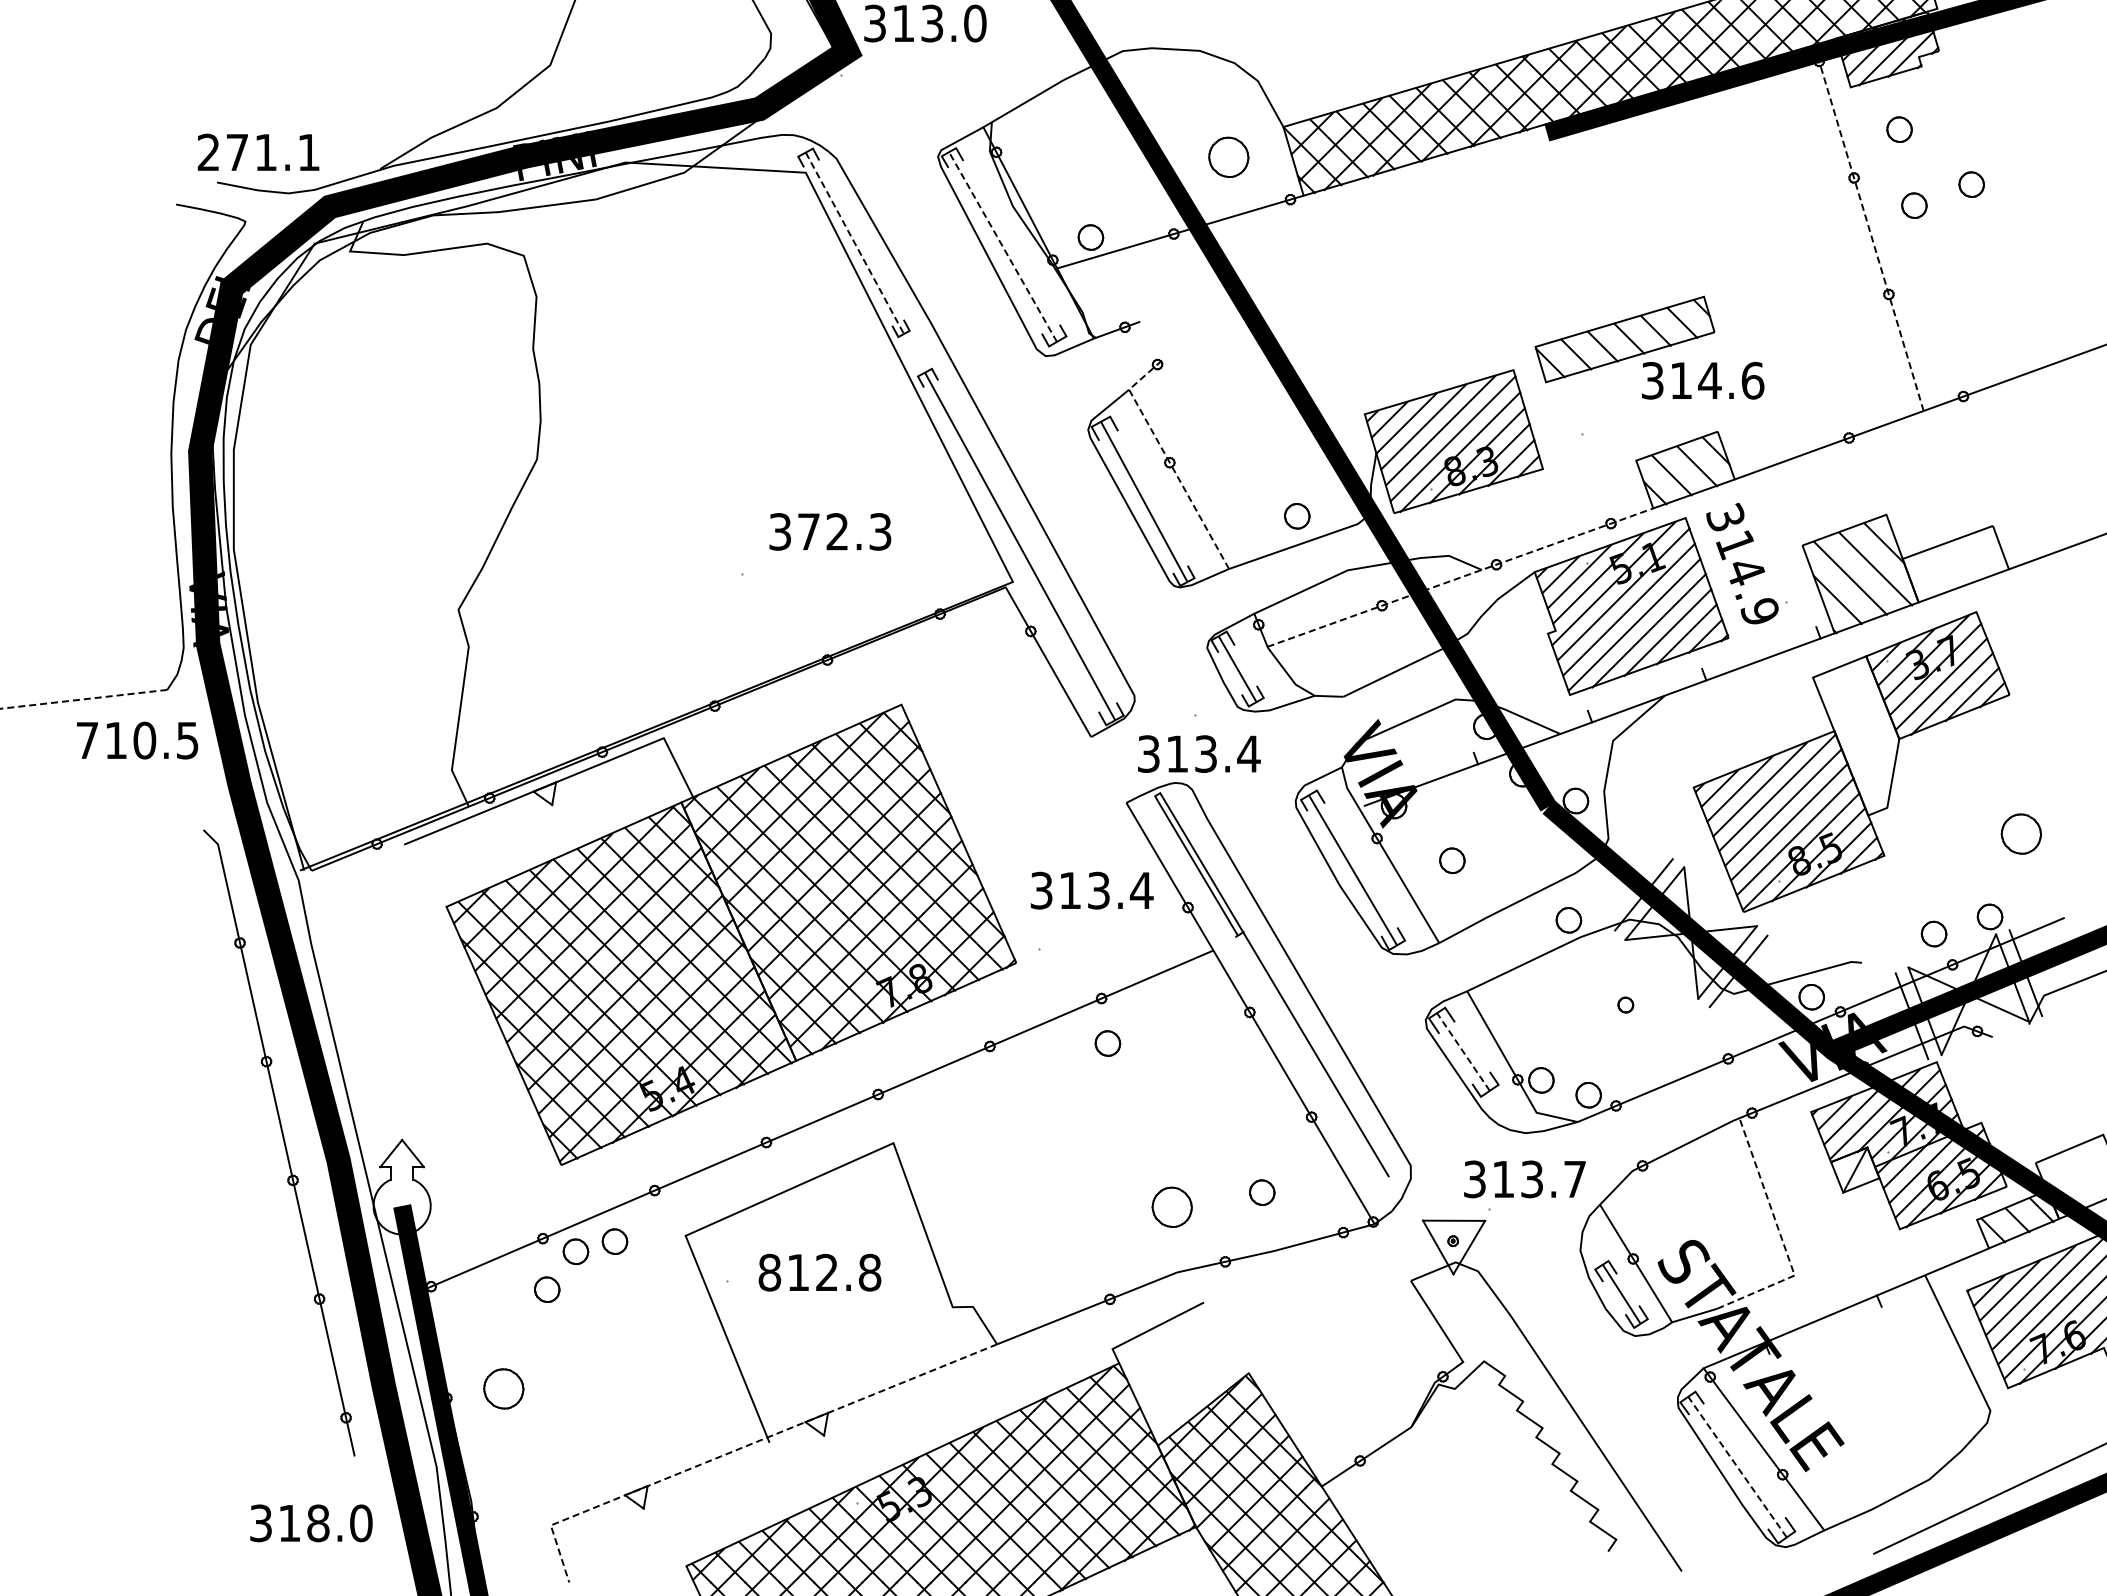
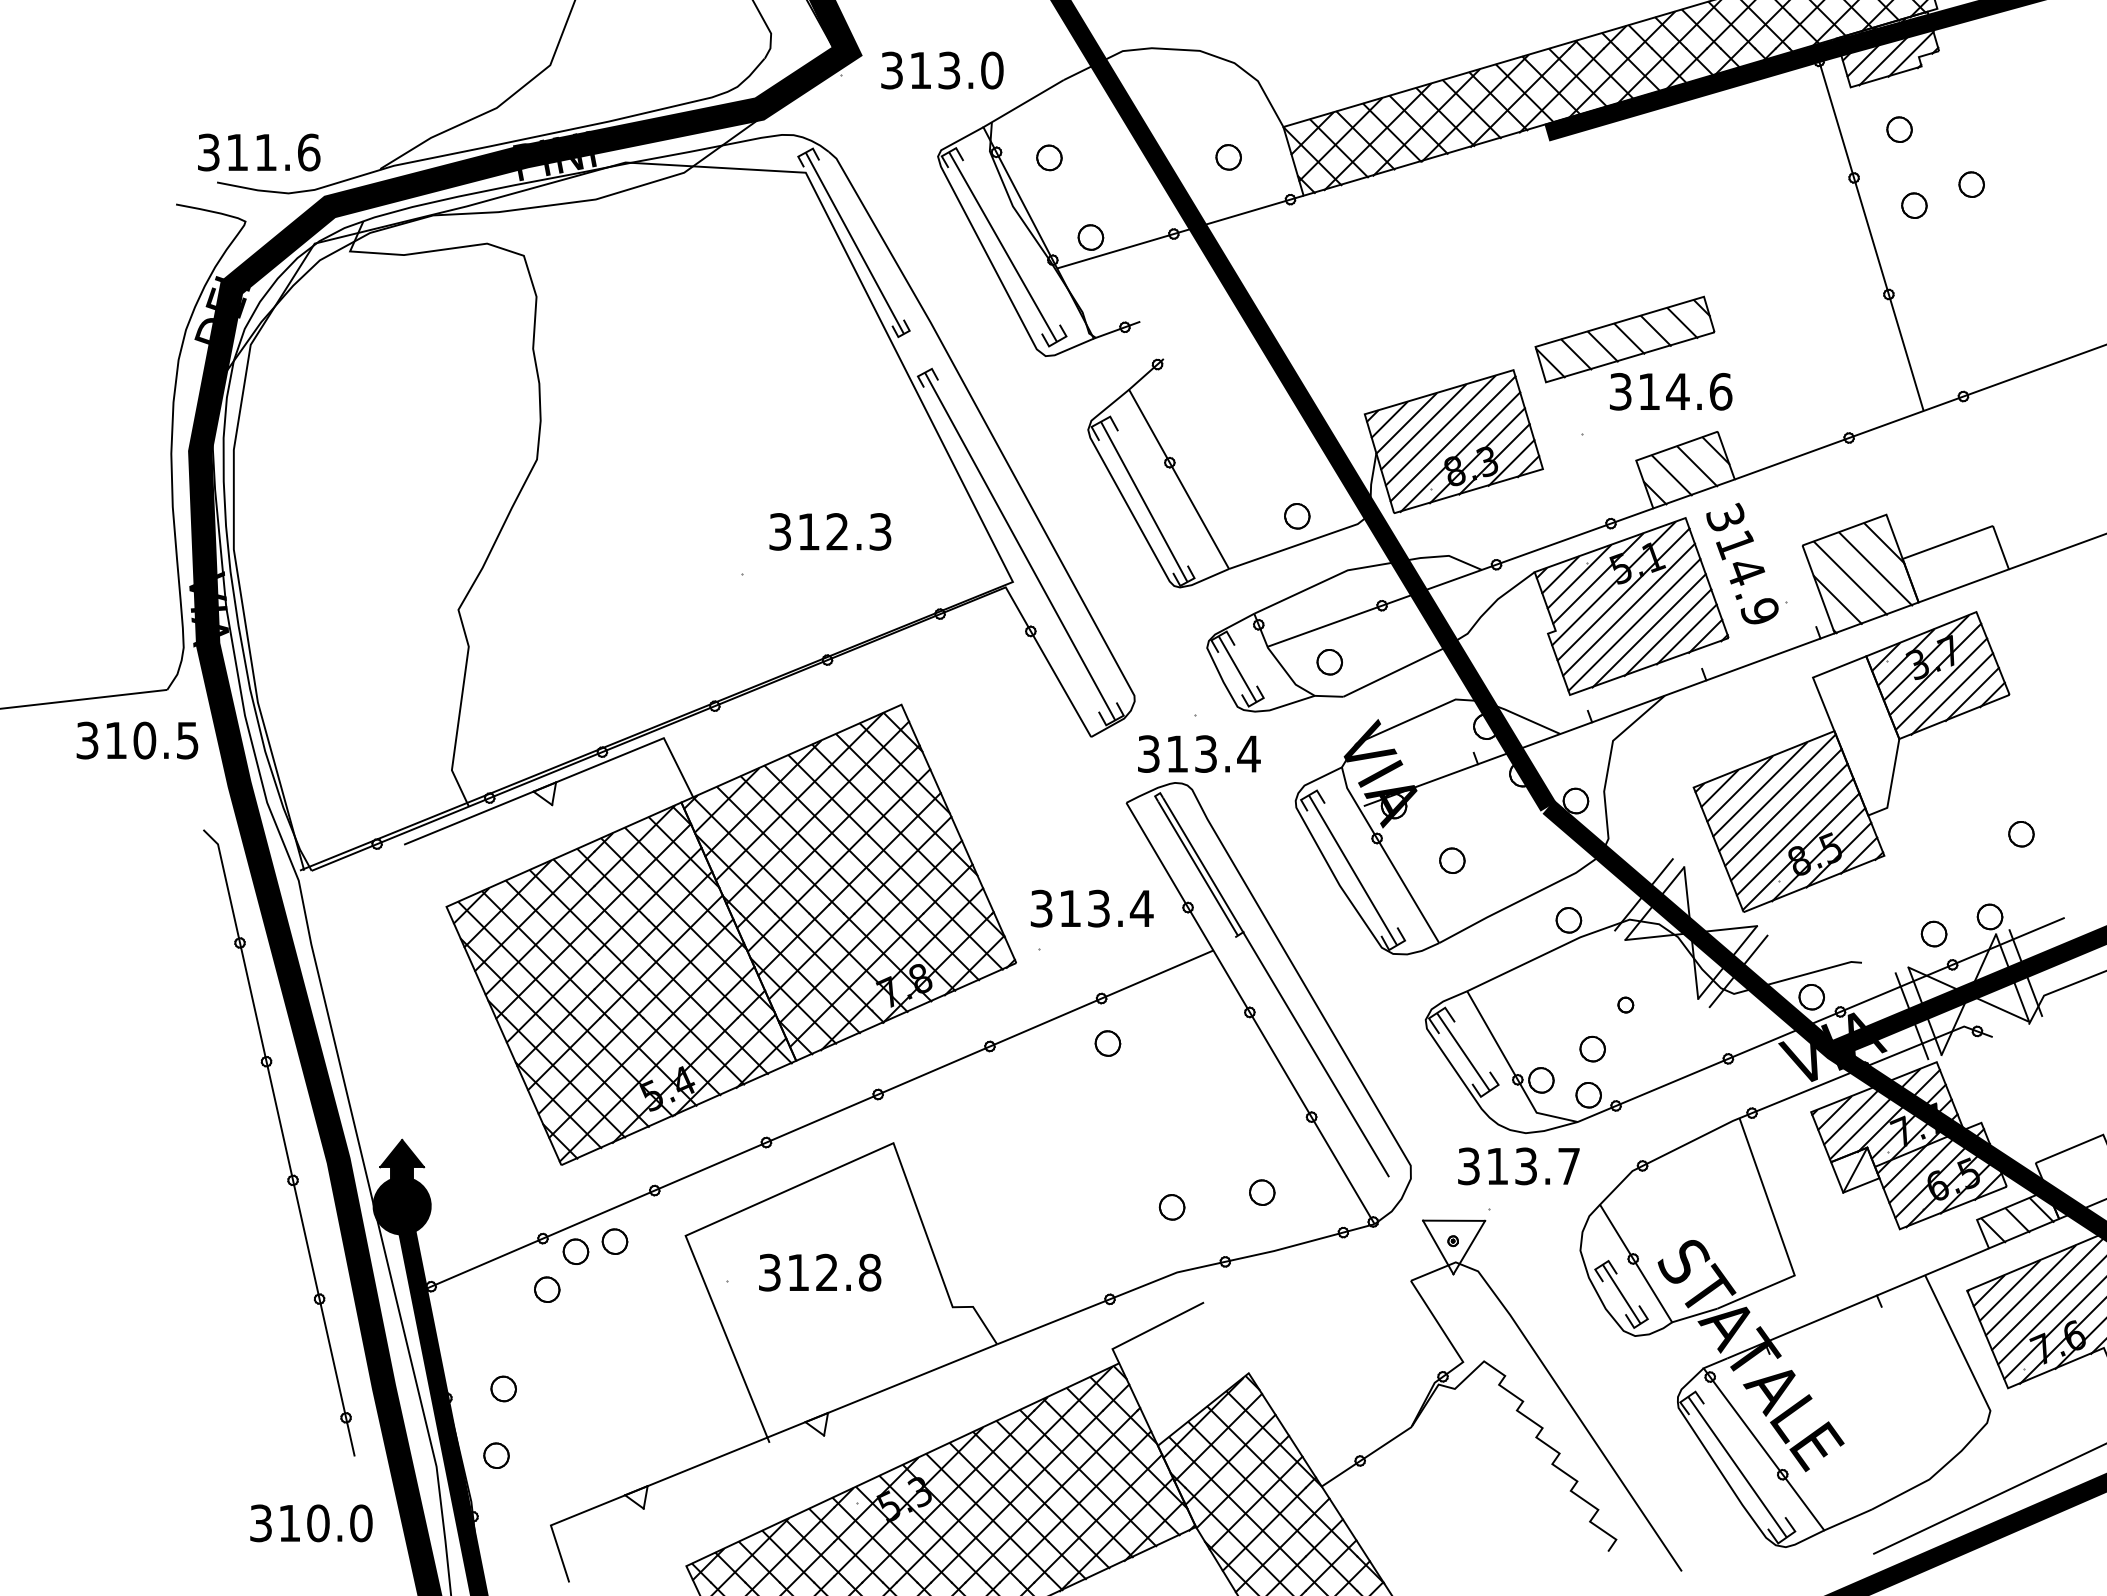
text at (925, 23) position: (925, 23) -> (942, 70)
text at (258, 152): 271.1 -> 311.6
part at (1228, 156) size: 42x42 px -> 27x27 px
part at (1049, 157): none -> present
line at (1869, 228): dashed -> solid
line at (855, 243): dashed -> solid
line at (1002, 246): dashed -> solid
text at (1703, 380) position: (1703, 380) -> (1671, 391)
line at (1167, 458): dashed -> solid
text at (808, 531): 372.3 -> 312.3
line at (1460, 577): dashed -> solid
part at (1329, 662): none -> present
line at (83, 699): dashed -> solid
text at (87, 740): 710.5 -> 310.5
part at (2021, 833) size: 43x42 px -> 27x27 px
text at (1091, 890) position: (1091, 890) -> (1091, 908)
part at (1592, 1048): none -> present
line at (1463, 1052): dashed -> solid
text at (1524, 1179) position: (1524, 1179) -> (1518, 1166)
fill at (401, 1187): none -> present
part at (1171, 1206) size: 42x42 px -> 28x27 px
line at (1781, 1236): dashed -> solid
text at (769, 1272): 812.8 -> 312.8
part at (503, 1388) size: 42x42 px -> 27x28 px
line at (745, 1446): dashed -> solid
part at (496, 1455): none -> present
line at (1737, 1467): dashed -> solid
text at (318, 1523): 318.0 -> 310.0
